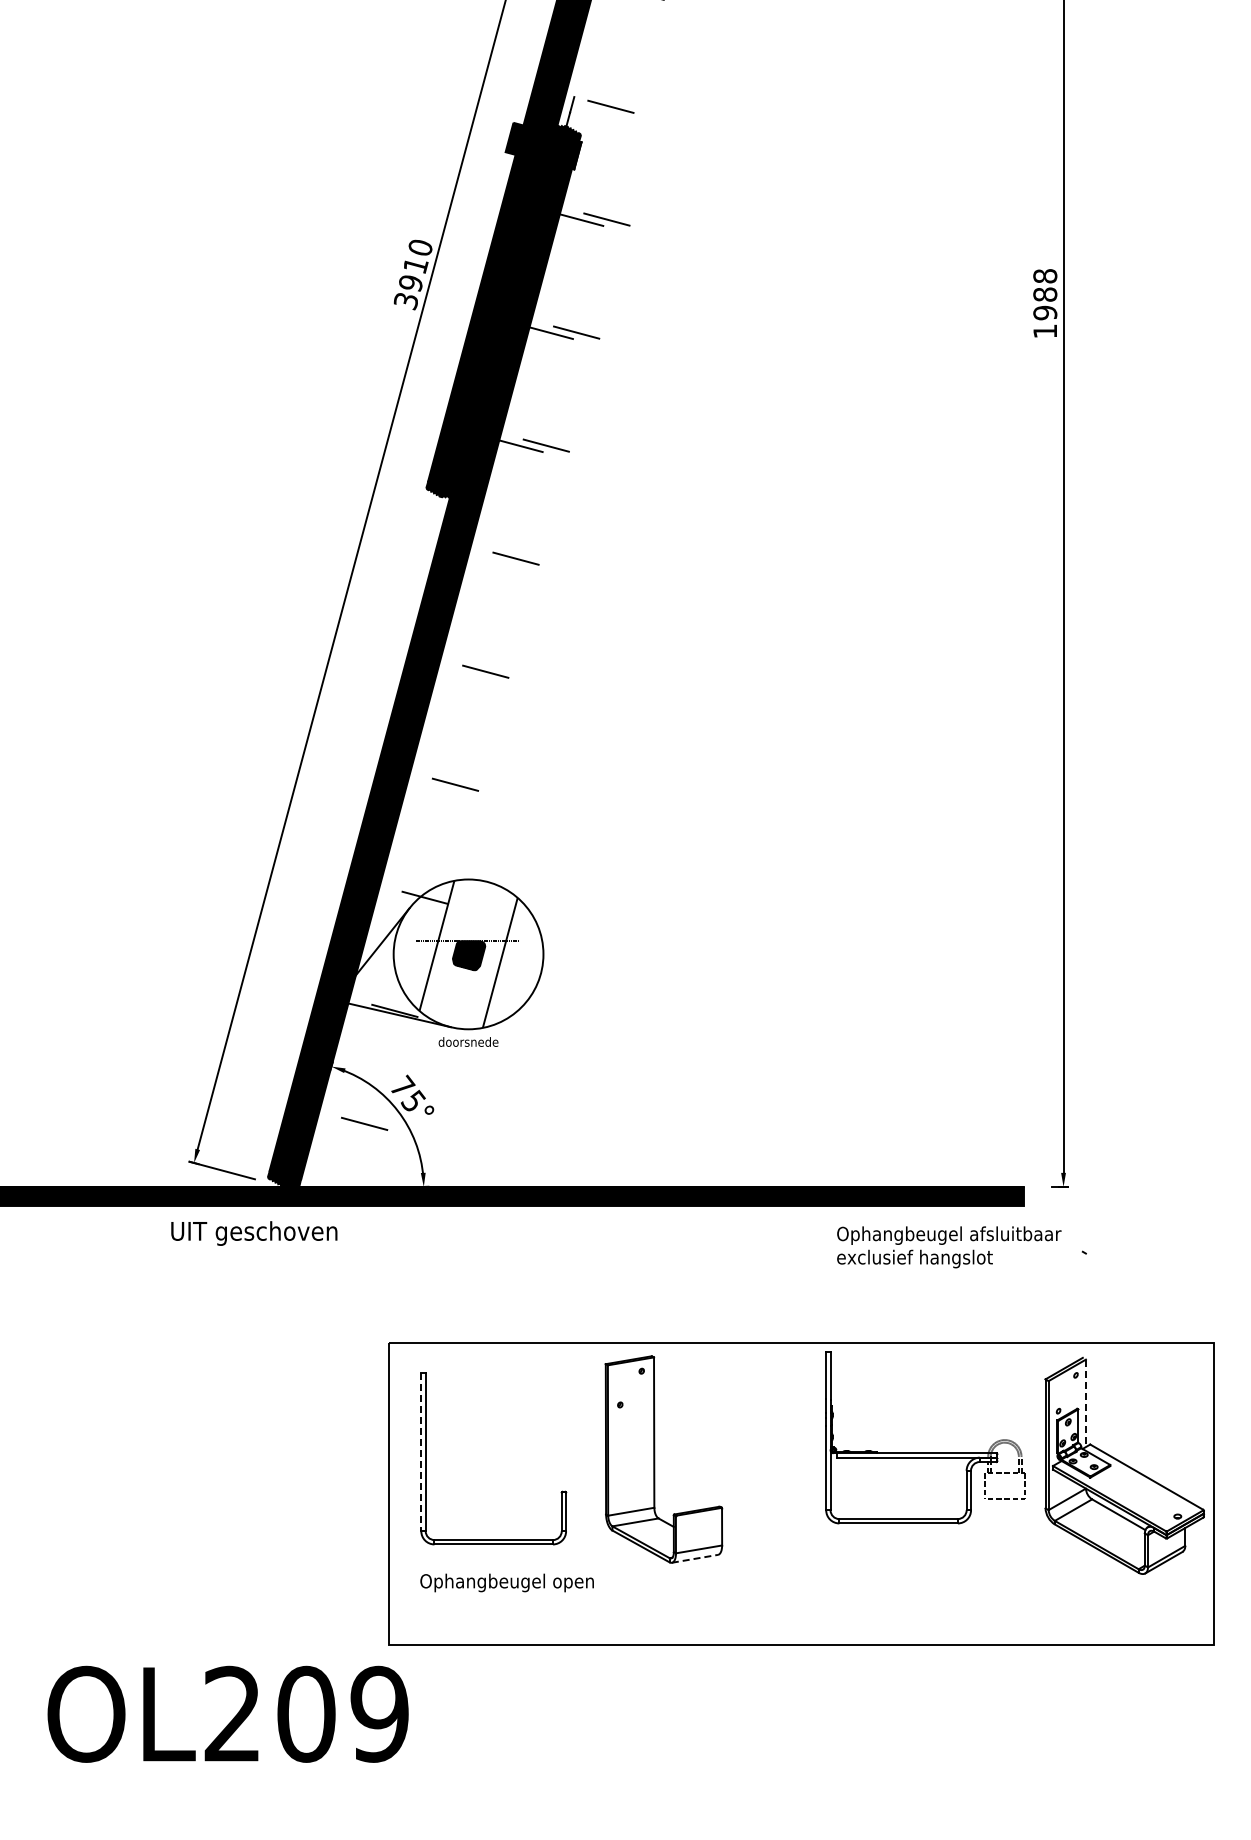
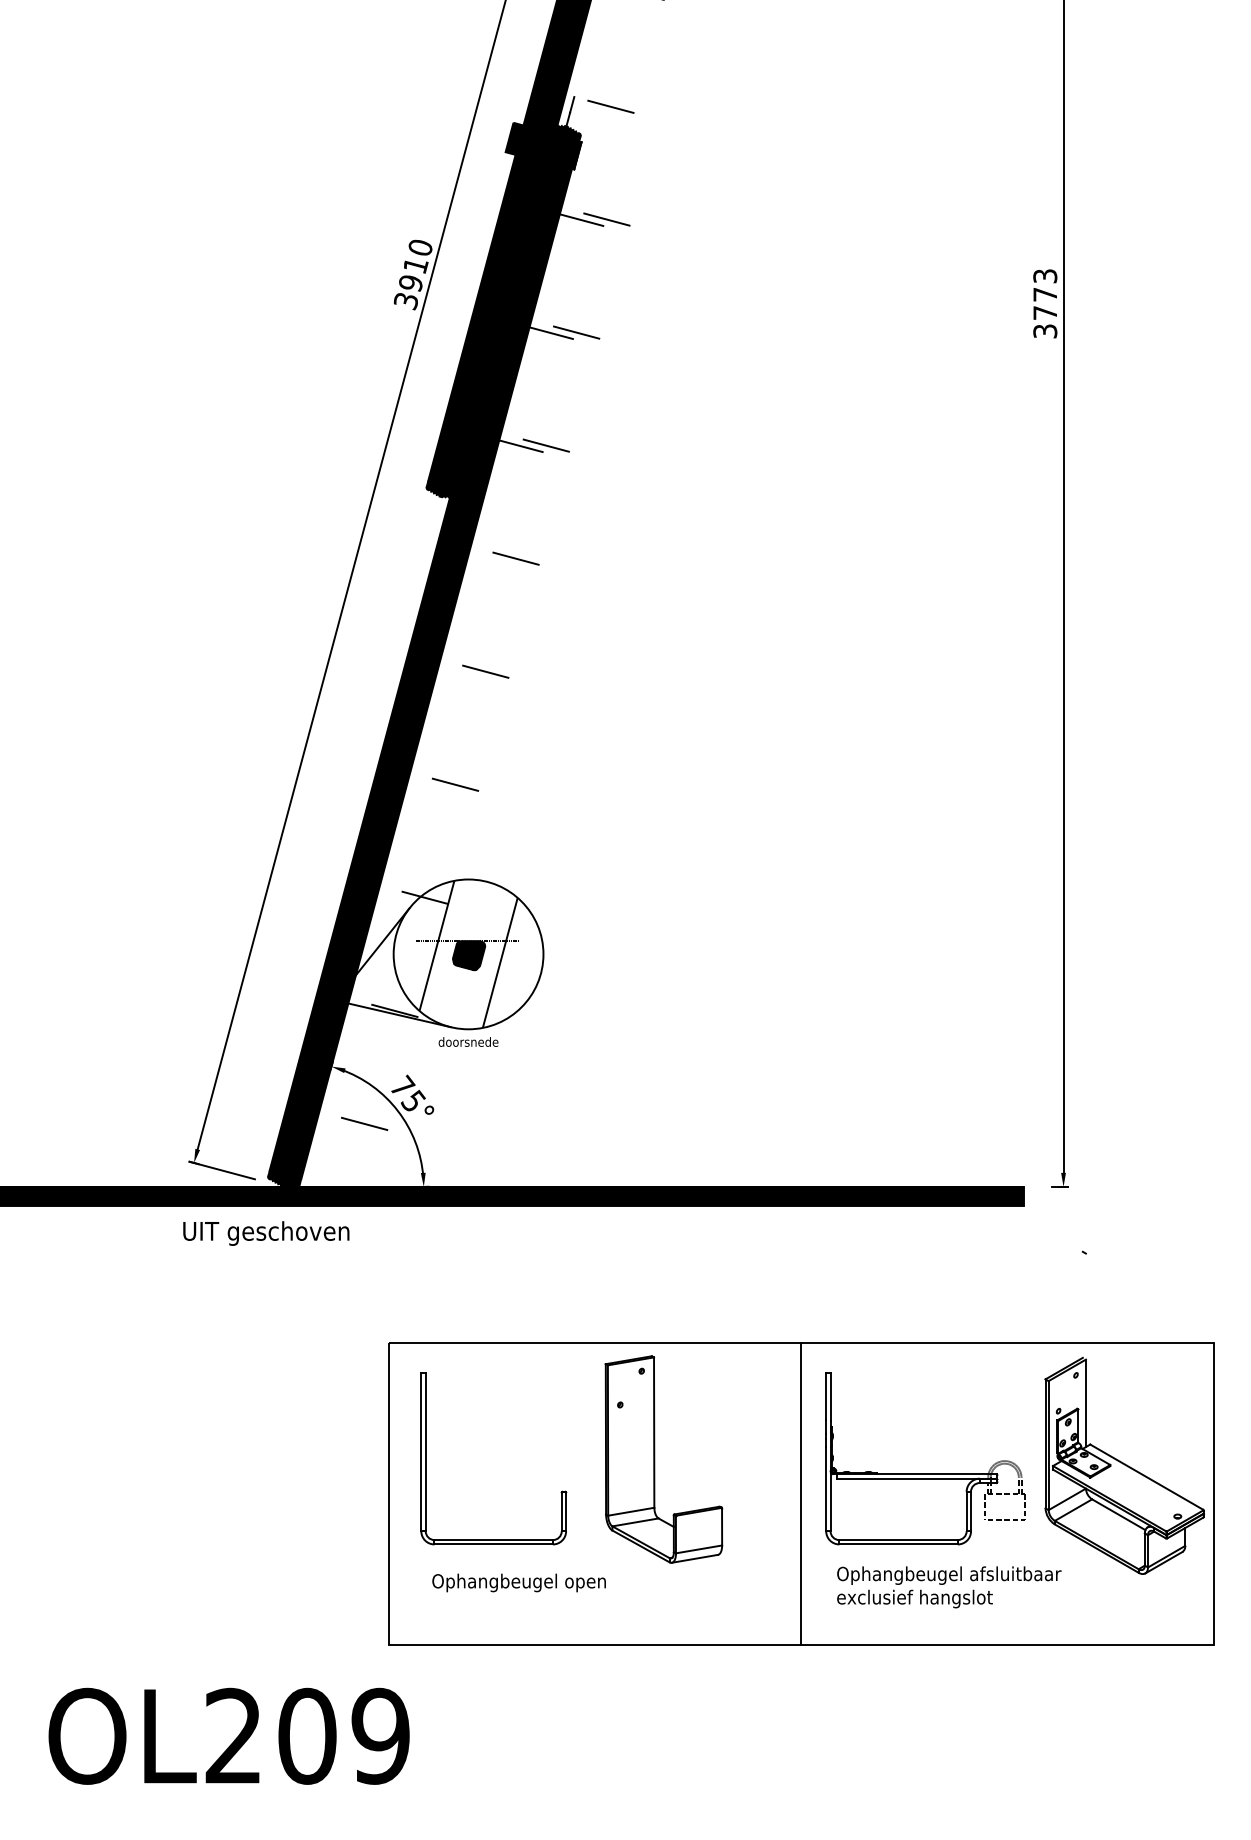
text at (1045, 303): 1988 -> 3773
text at (254, 1233) position: (254, 1233) -> (266, 1233)
text at (949, 1247) position: (949, 1247) -> (949, 1587)
line at (1085, 1403): dashed -> solid
line at (421, 1452): dashed -> solid
part at (925, 1452) position: (925, 1452) -> (925, 1473)
line at (801, 1494): none -> present
line at (695, 1558): dashed -> solid
text at (506, 1582) position: (506, 1582) -> (518, 1582)
text at (227, 1713) position: (227, 1713) -> (228, 1735)
